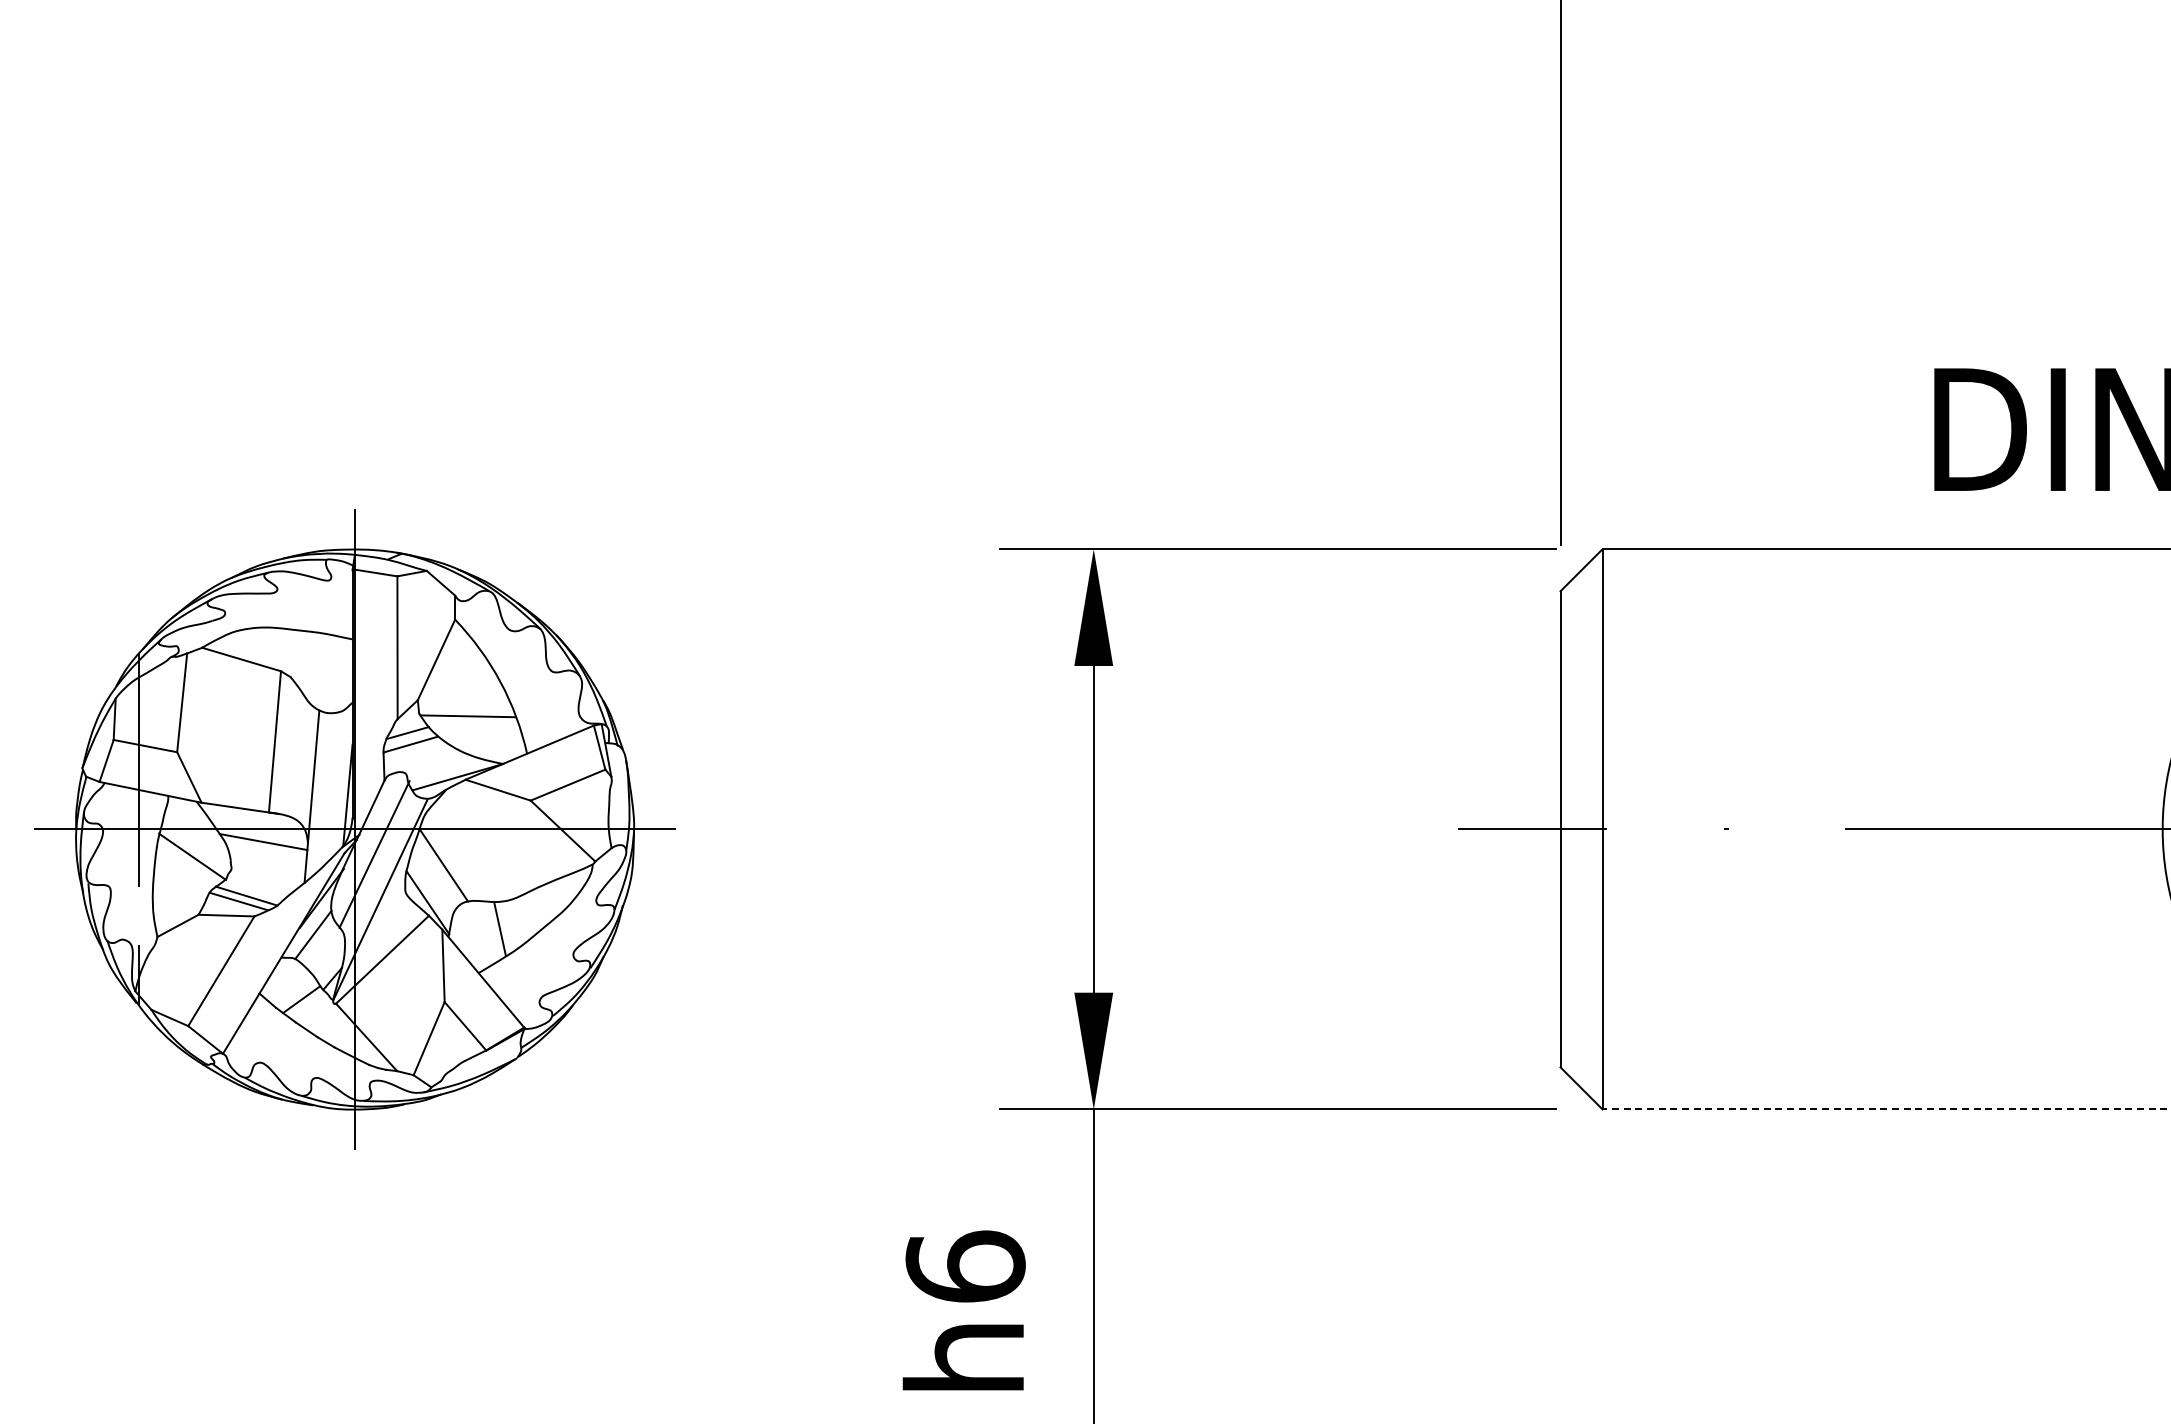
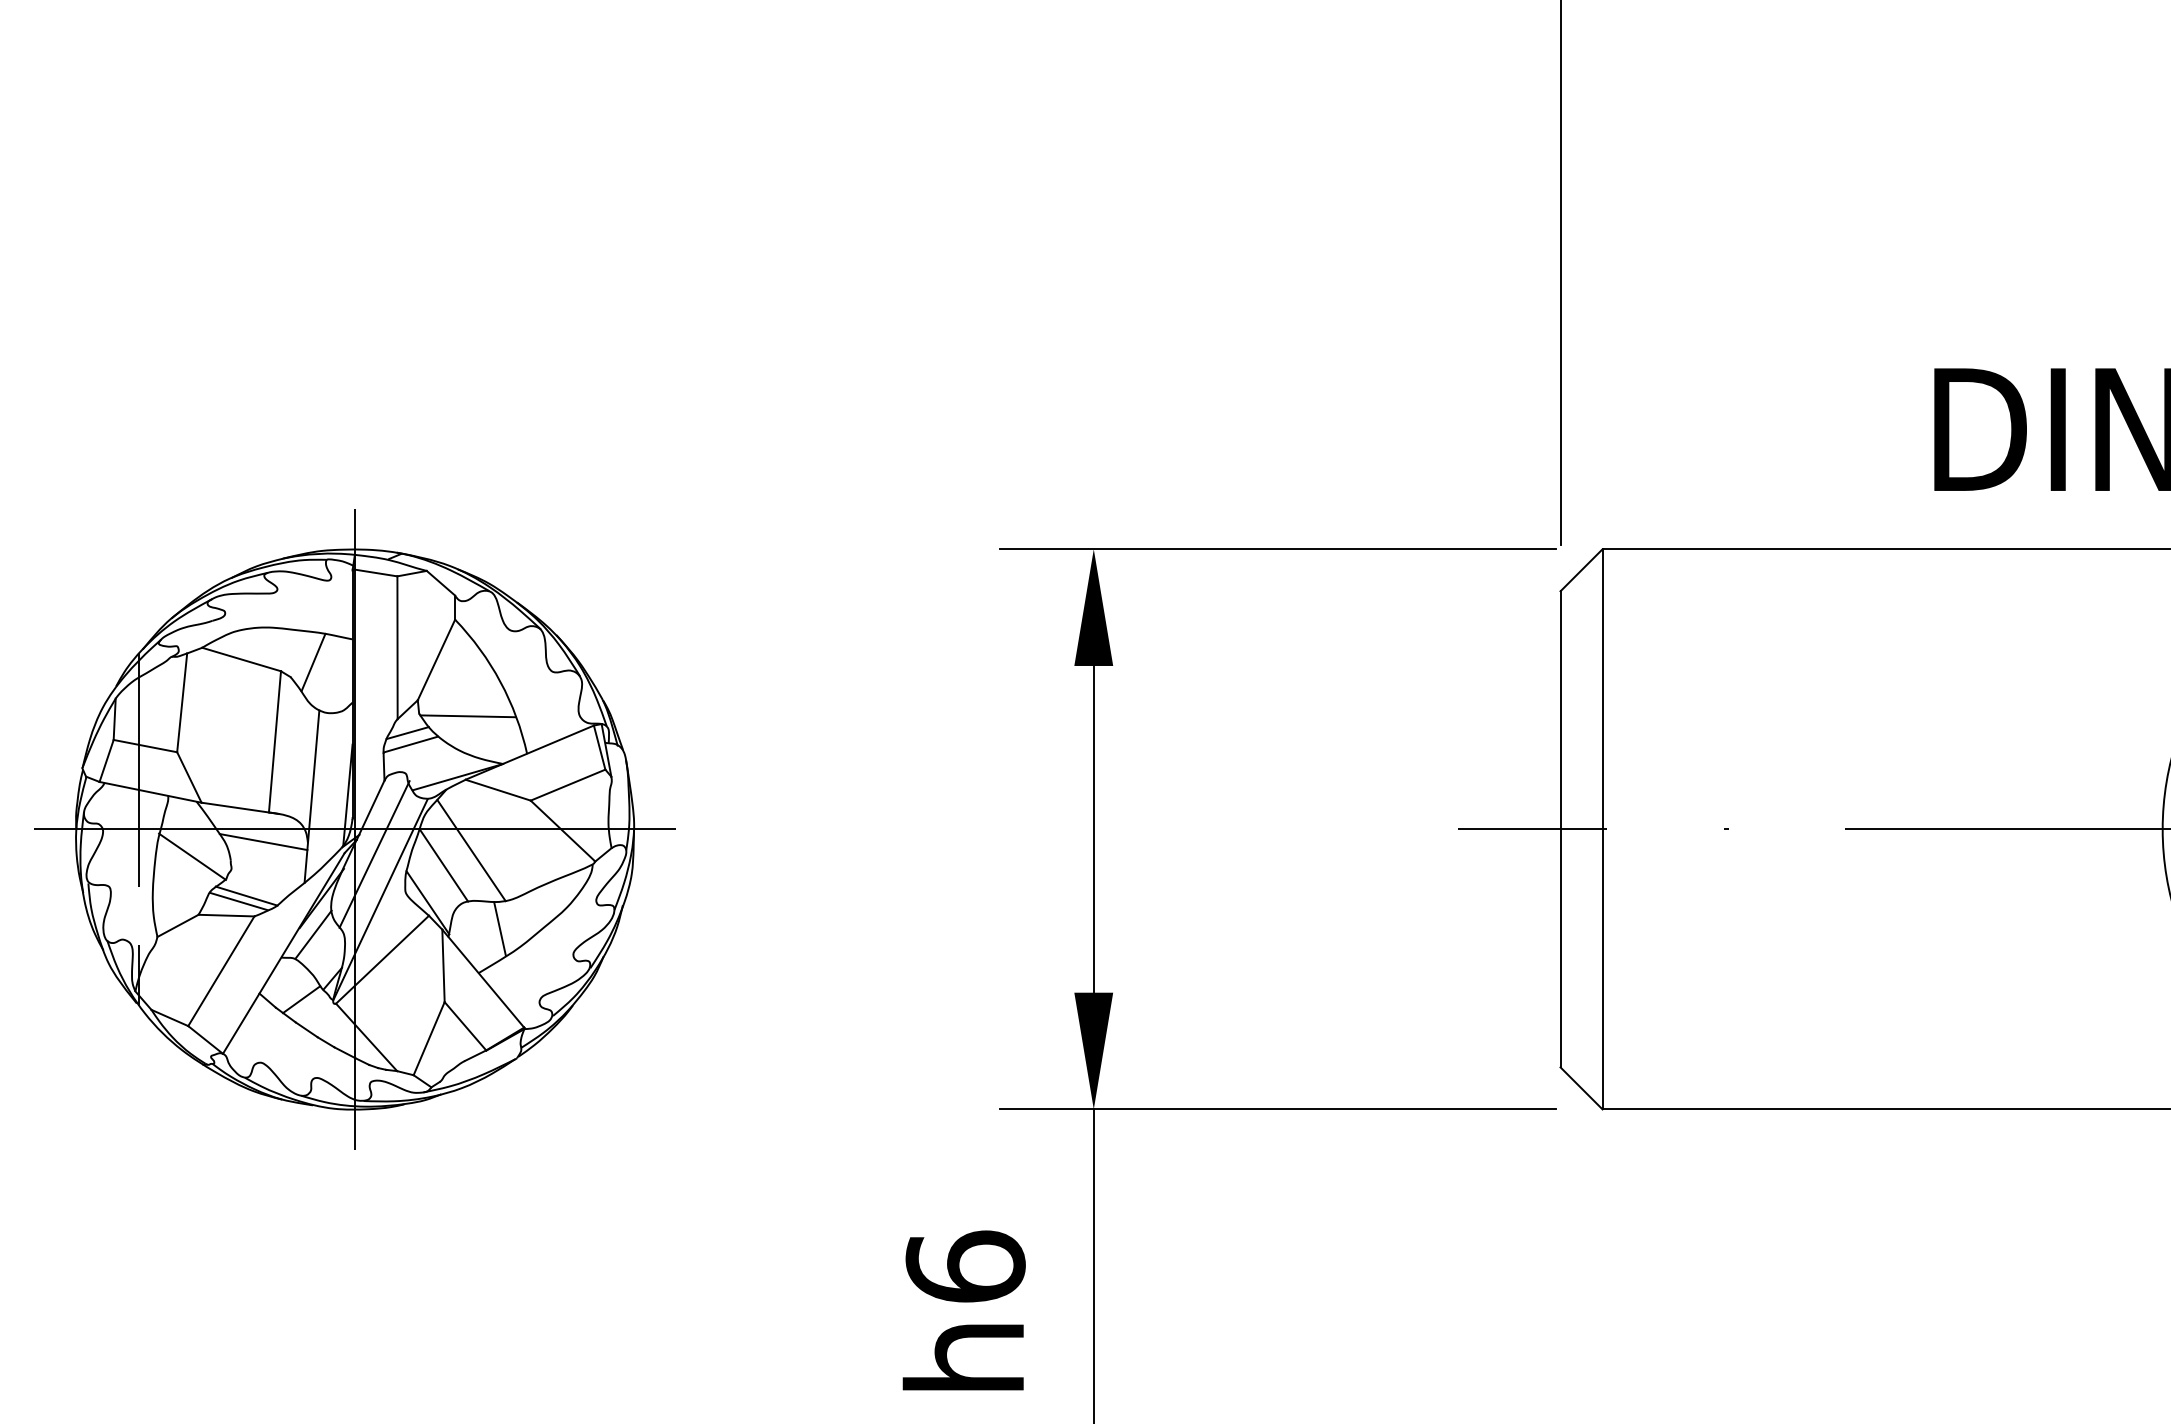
line at (313, 662): none -> present
line at (471, 850): none -> present
line at (1886, 1109): dashed -> solid
